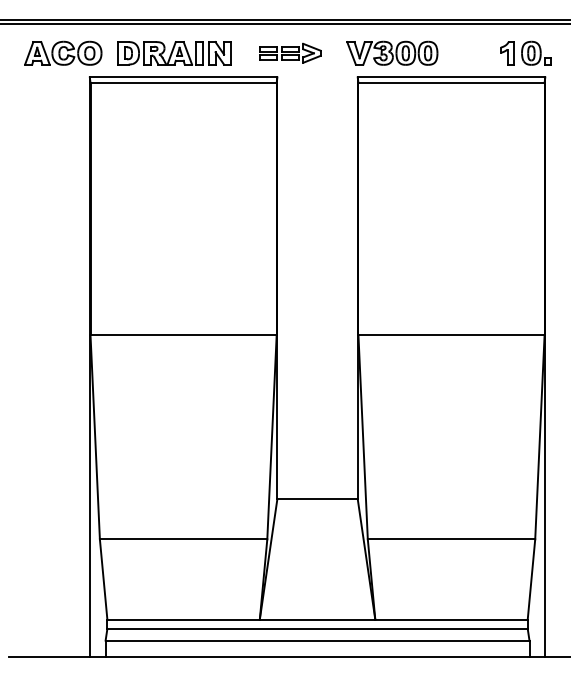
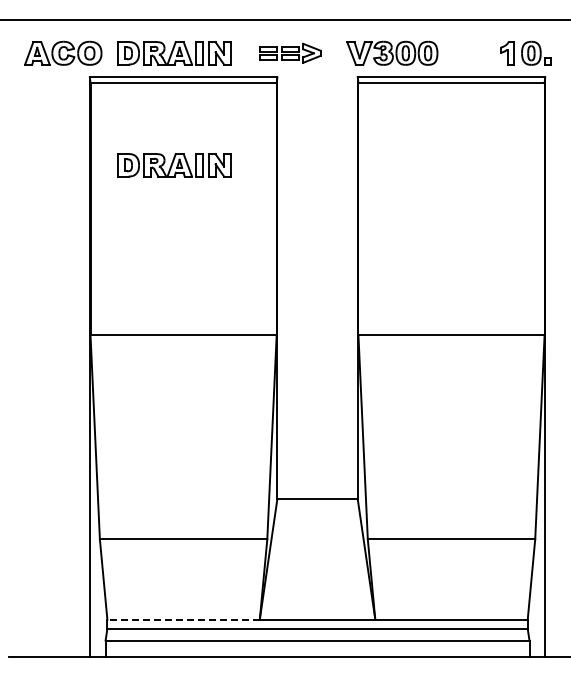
line at (284, 23): present -> none
part at (174, 165): none -> present
line at (183, 619): solid -> dashed
